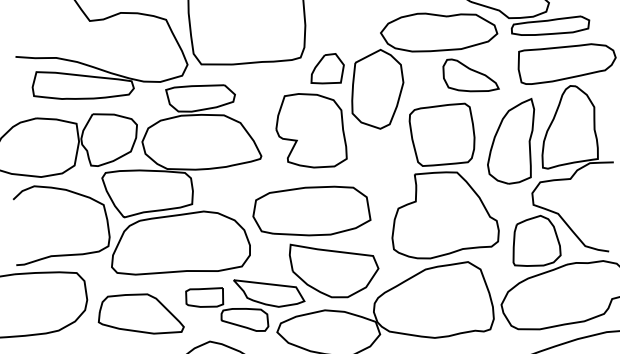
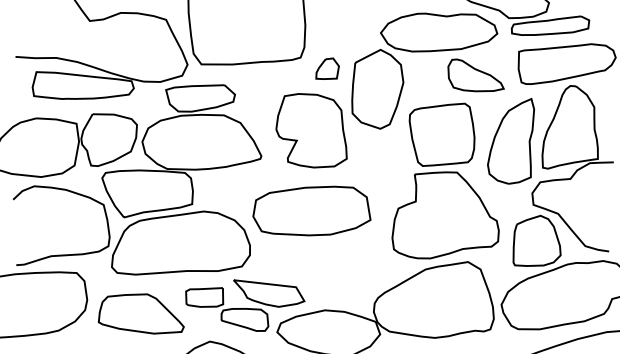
part at (327, 68) size: 35x32 px -> 25x23 px
part at (470, 75) position: (470, 75) -> (475, 75)
part at (334, 270): present -> none
